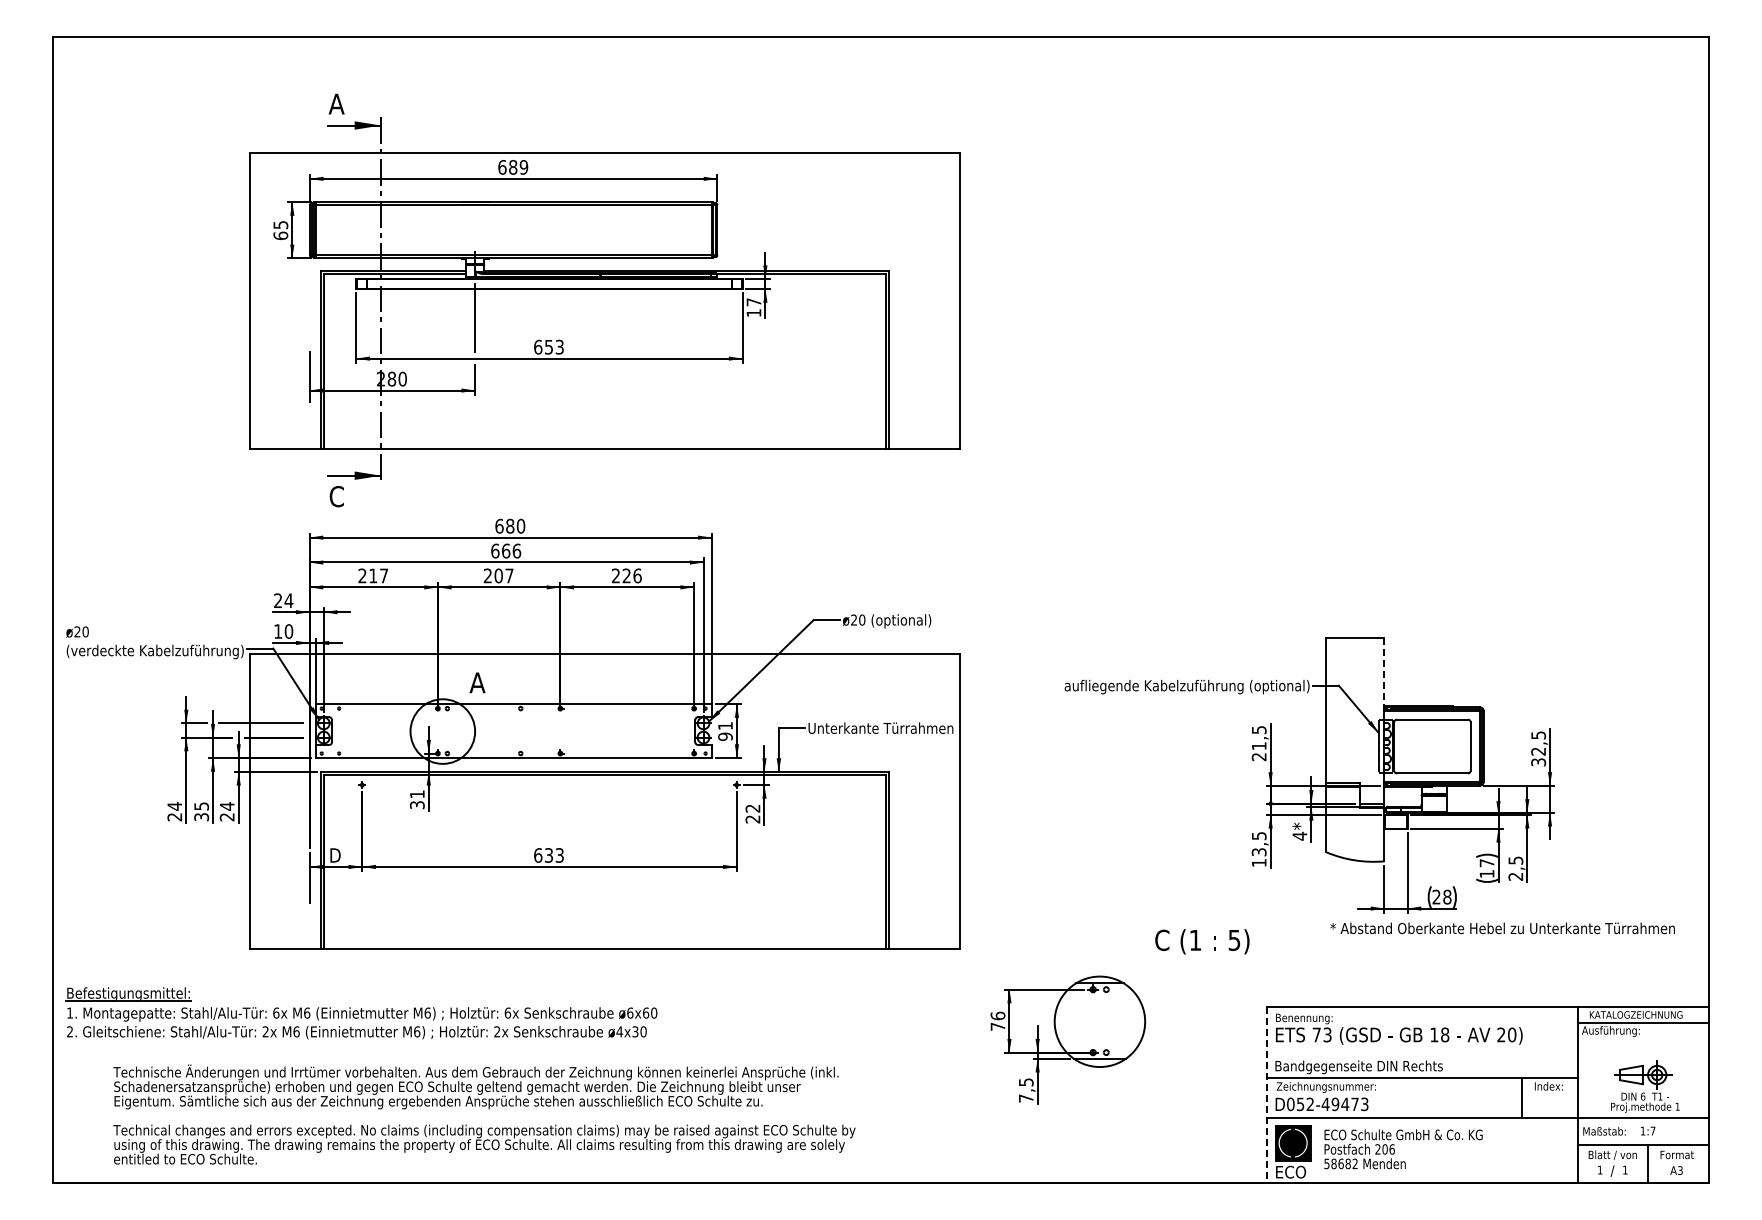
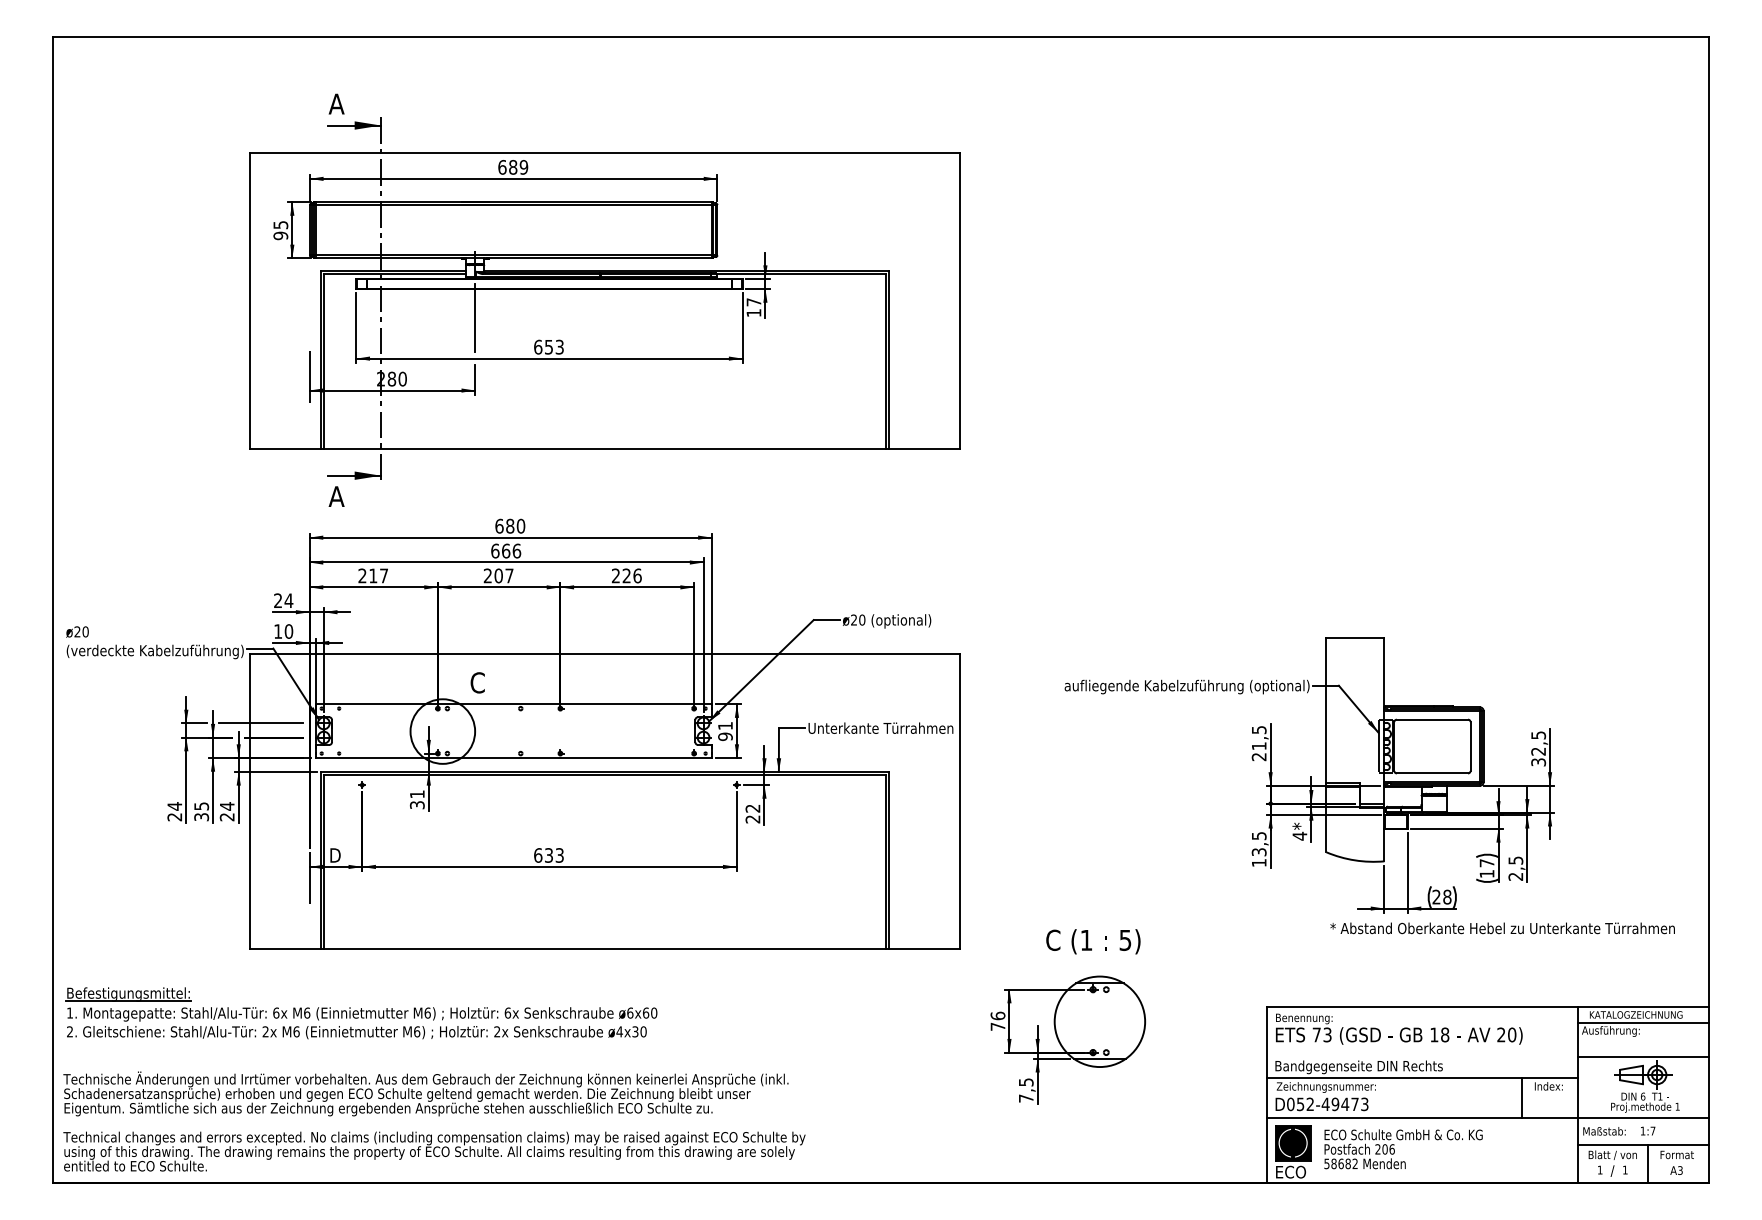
text at (280, 235): 65 -> 95
text at (336, 496): C -> A
line at (1384, 672): dashed -> solid
text at (477, 682): A -> C
text at (1202, 941) position: (1202, 941) -> (1093, 941)
line at (1643, 1056): none -> present
line at (1266, 1095): dashed -> solid
part at (488, 1109) position: (488, 1109) -> (438, 1116)
